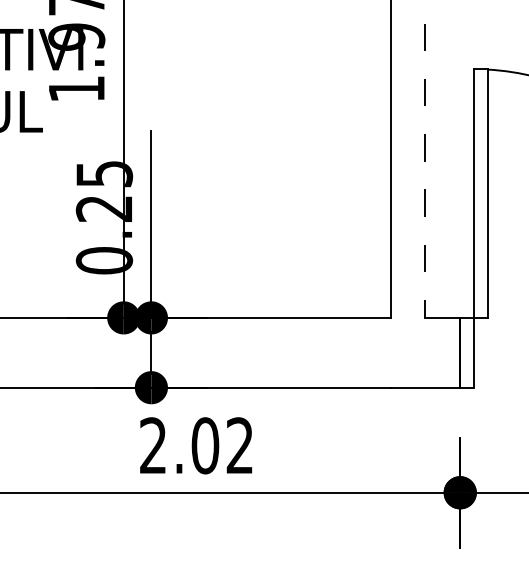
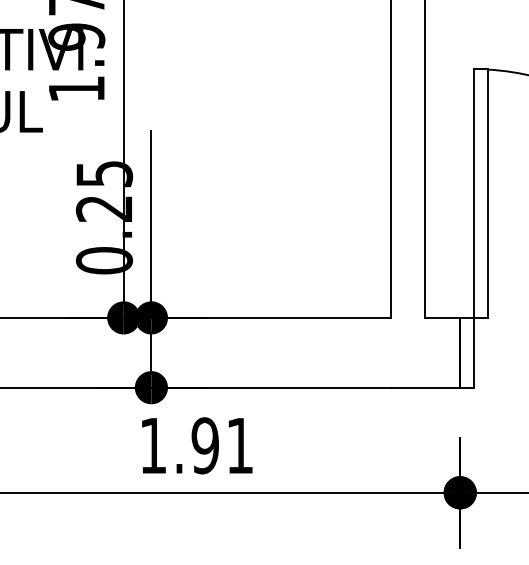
line at (424, 159): dashed -> solid
text at (196, 445): 2.02 -> 1.91
